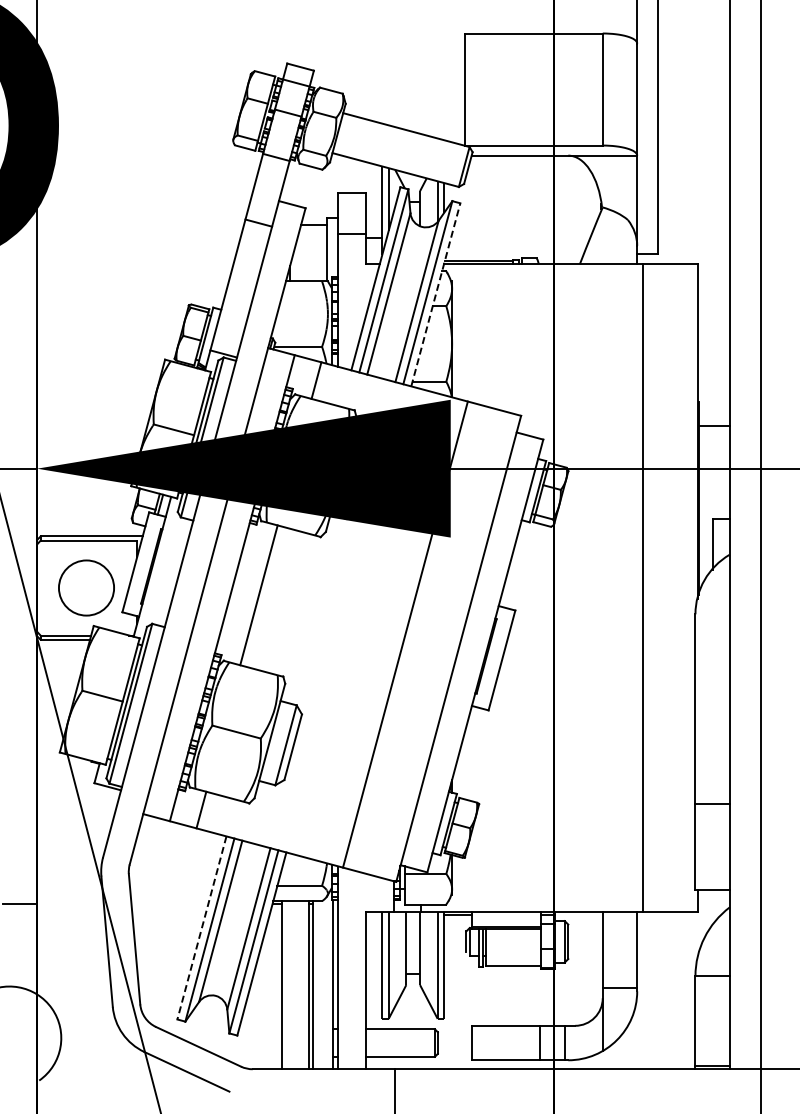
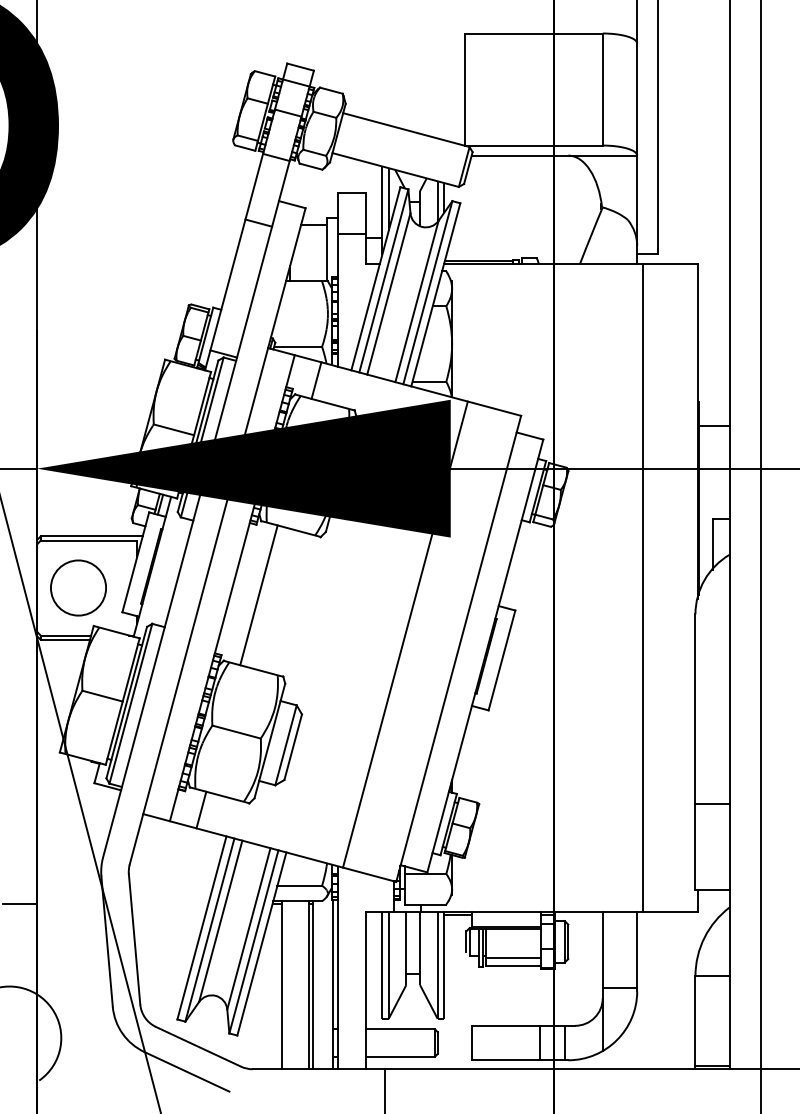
line at (435, 294): dashed -> solid
circle at (86, 587) position: (86, 587) -> (78, 587)
line at (201, 927): dashed -> solid
line at (512, 957): none -> present
line at (395, 1089) position: (395, 1089) -> (385, 1089)
